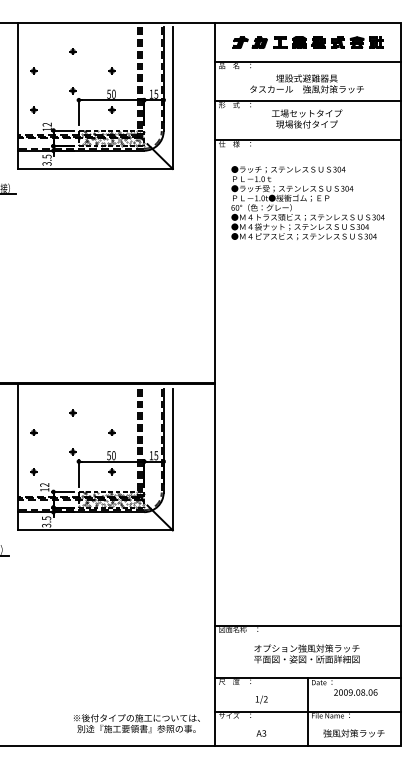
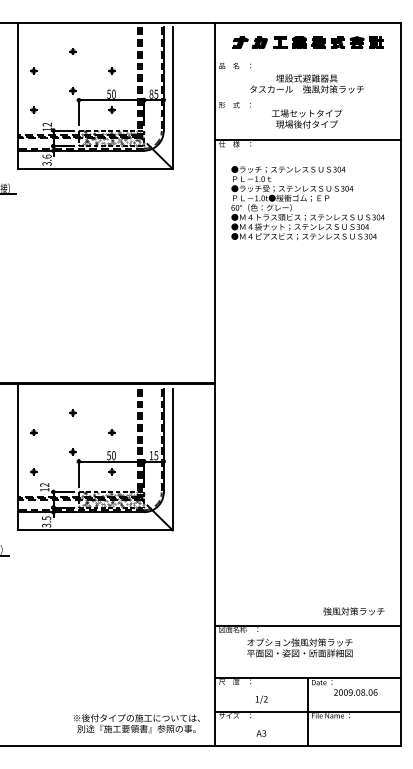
line at (307, 62): present -> none
text at (151, 93): 15 -> 85
line at (307, 101): present -> none
text at (46, 156): 3.5 -> 3.6
text at (306, 653) position: (306, 653) -> (299, 647)
text at (353, 733) position: (353, 733) -> (353, 611)
